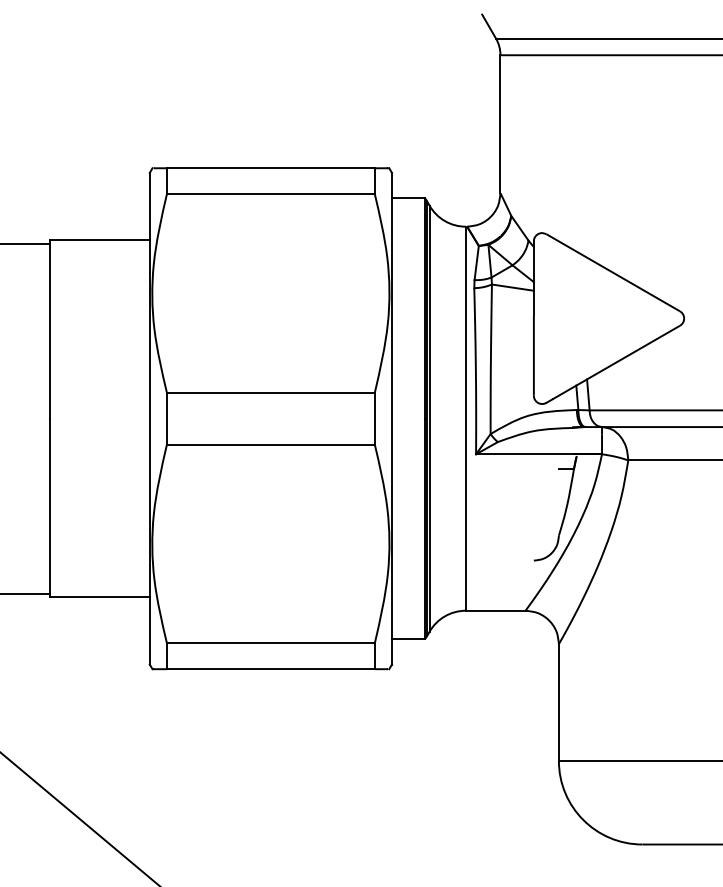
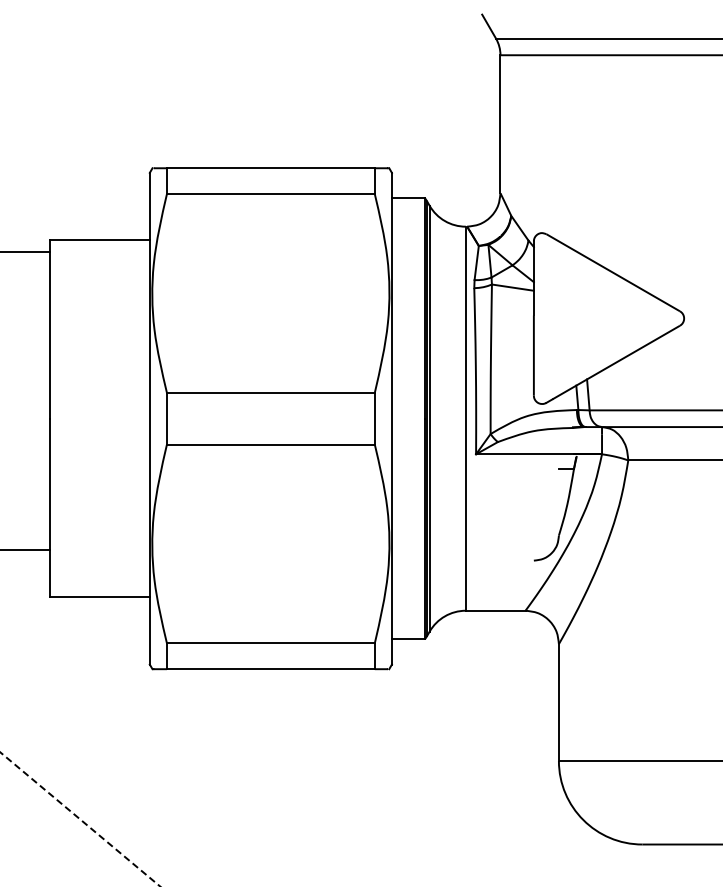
line at (25, 243) position: (25, 243) -> (25, 251)
line at (25, 593) position: (25, 593) -> (25, 549)
line at (79, 819): solid -> dashed
